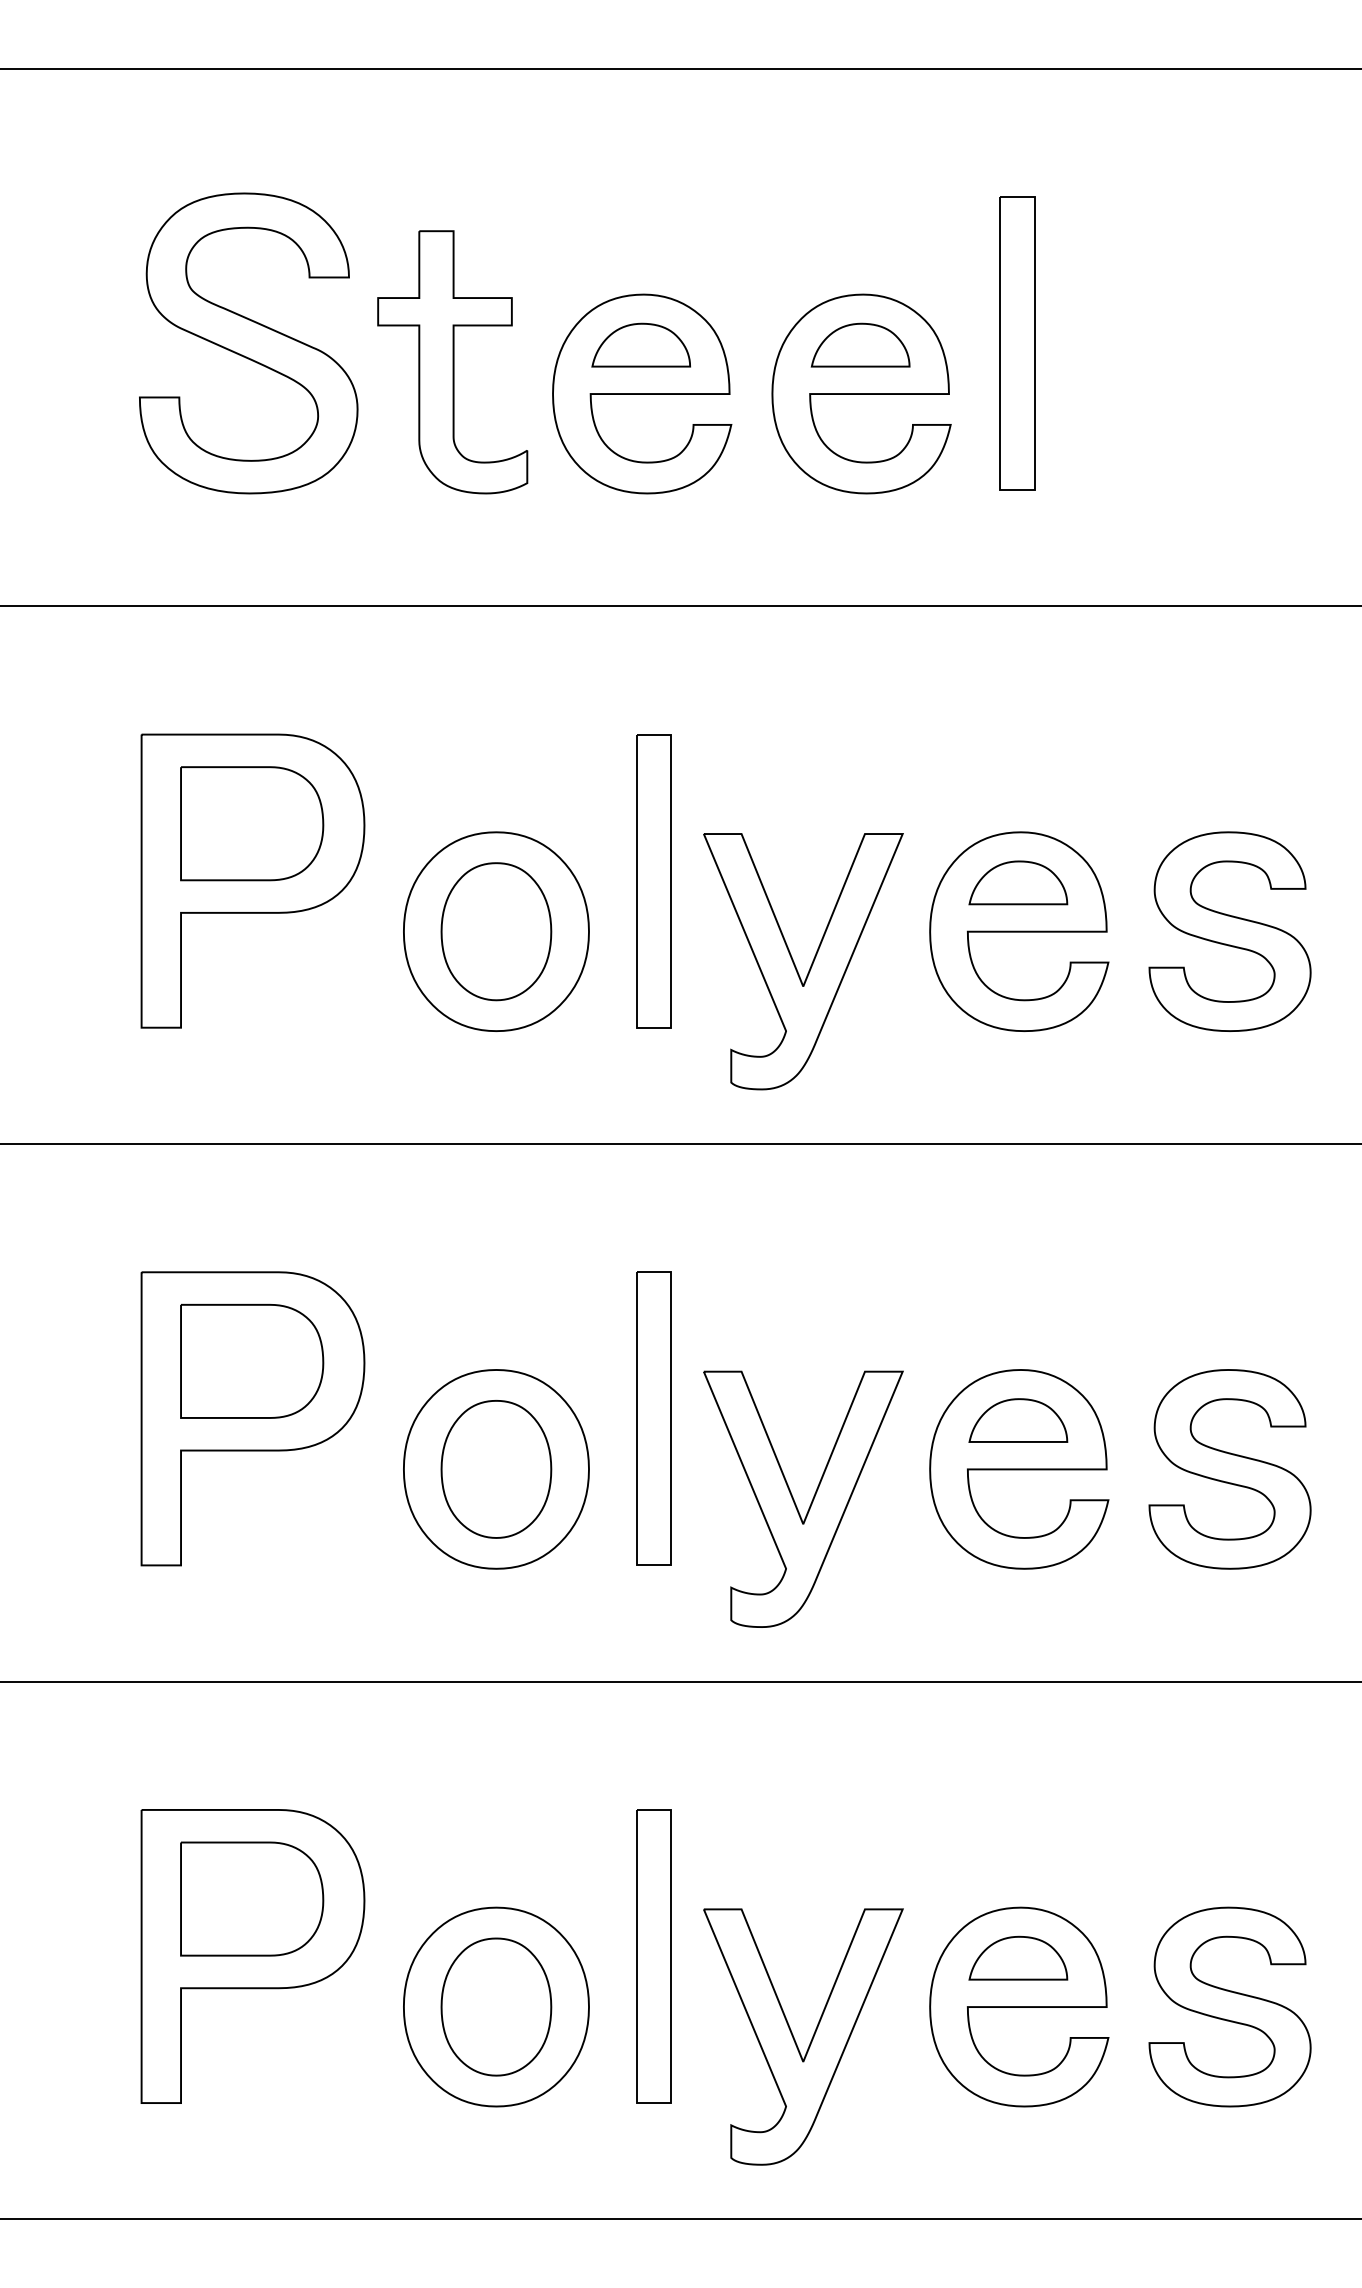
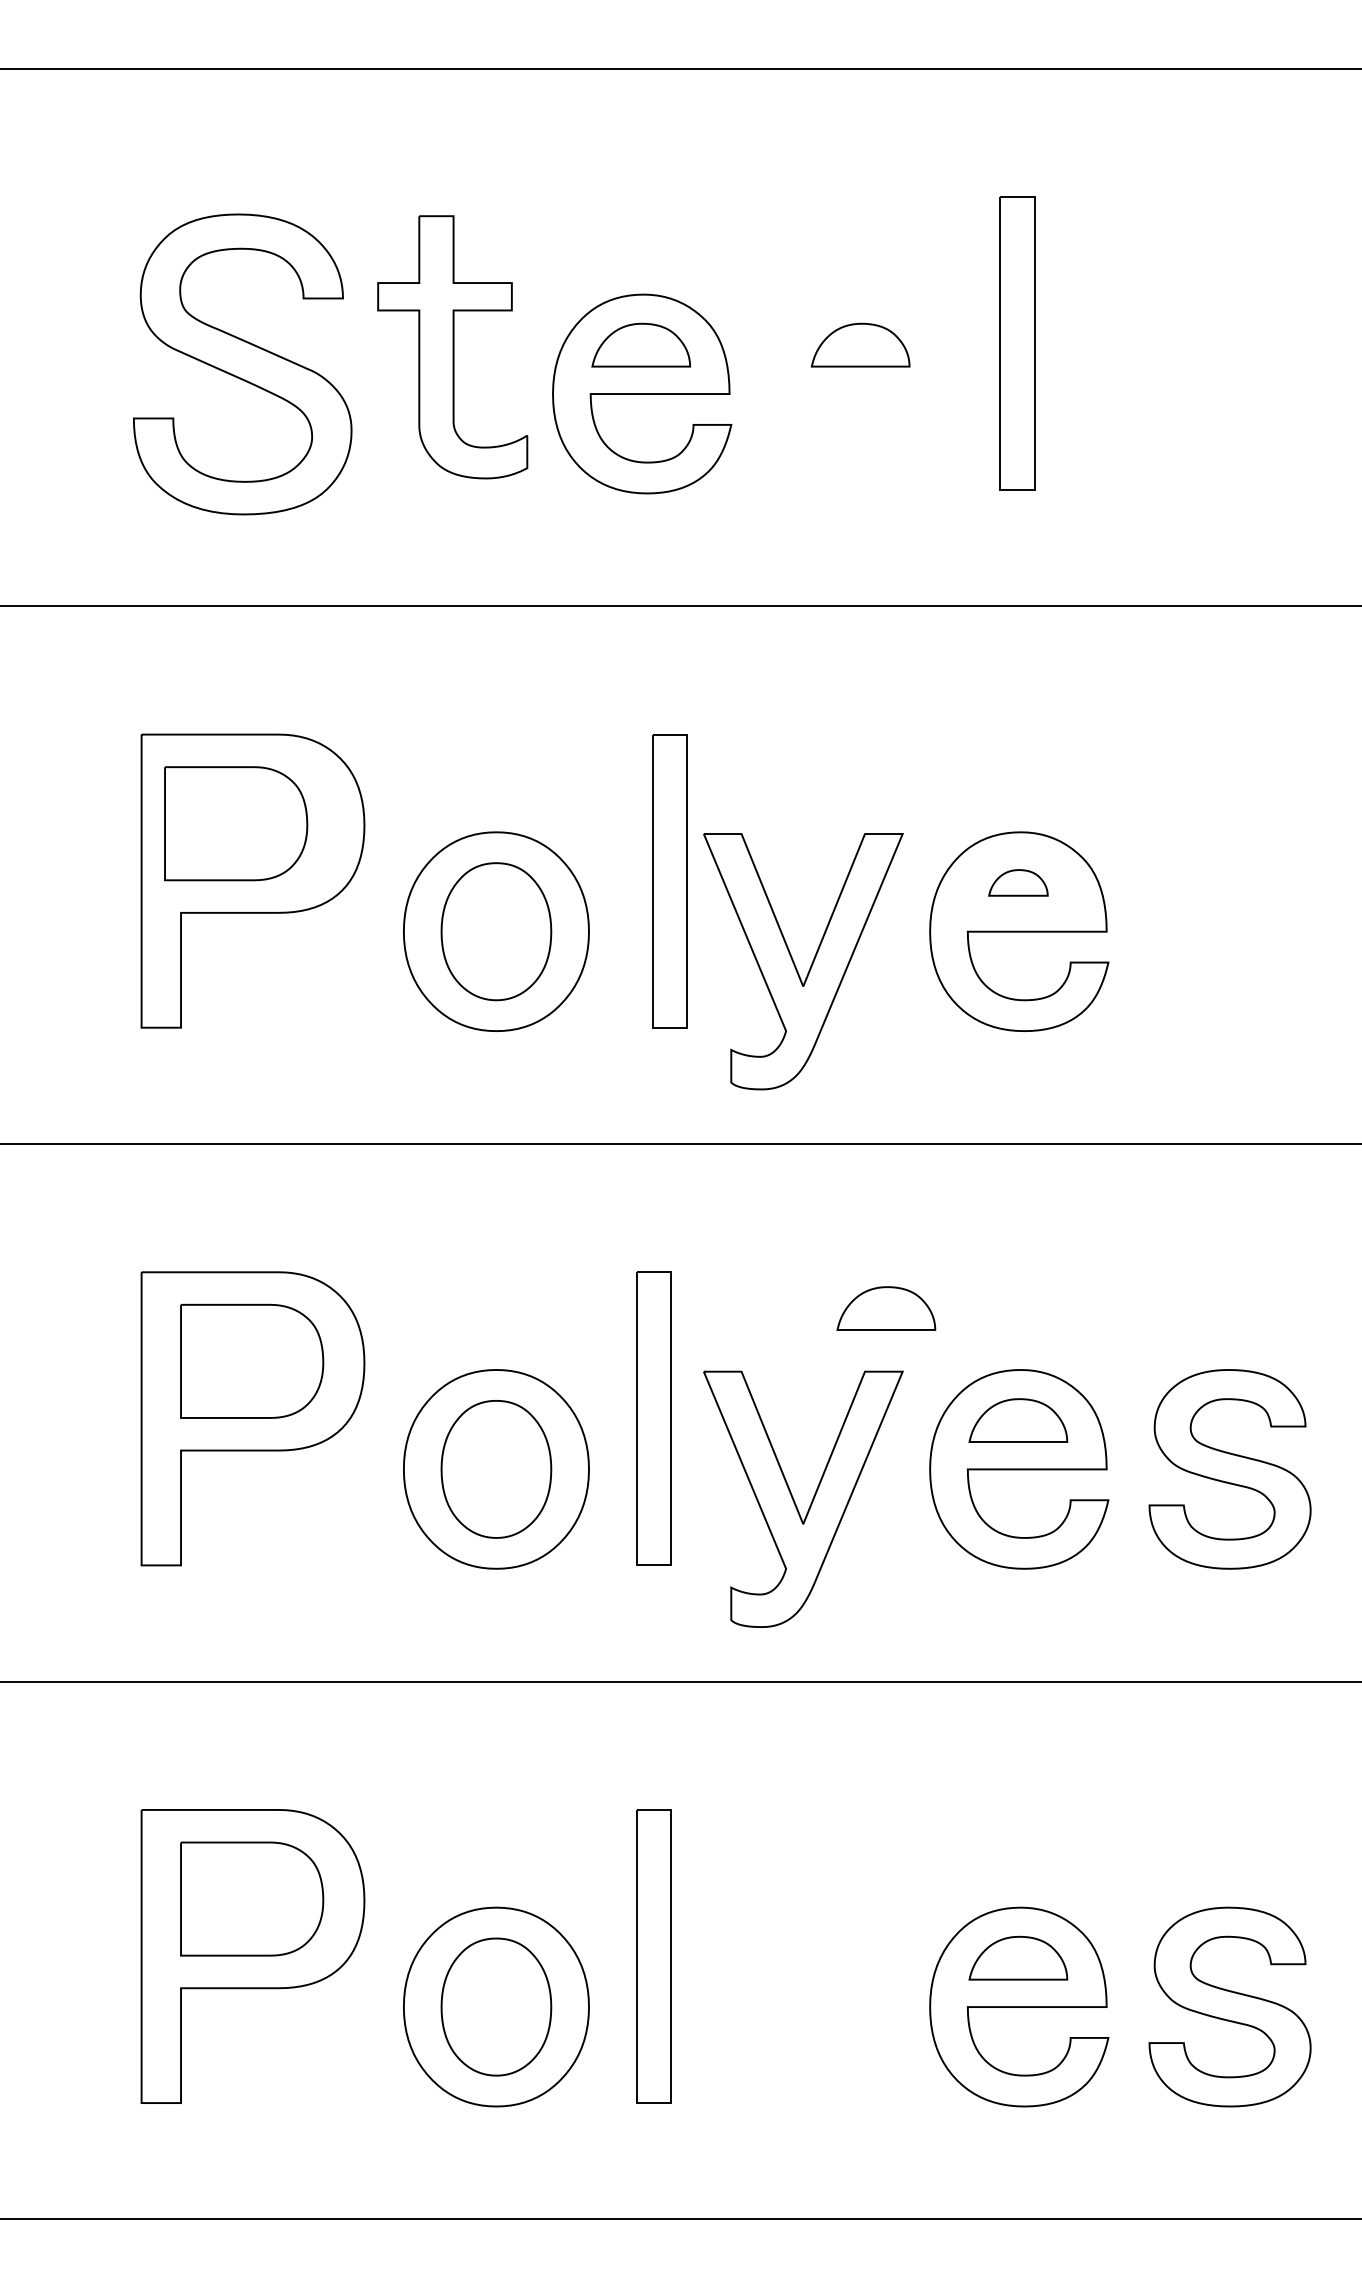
part at (248, 343) position: (248, 343) -> (242, 364)
part at (452, 362) position: (452, 362) -> (452, 347)
part at (861, 393): present -> none
part at (252, 823) position: (252, 823) -> (236, 823)
part at (653, 881) position: (653, 881) -> (669, 881)
part at (1018, 882) size: 101x46 px -> 61x28 px
part at (1229, 931): present -> none
part at (886, 1308): none -> present
part at (811, 2038): present -> none
